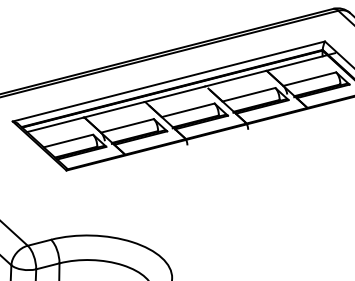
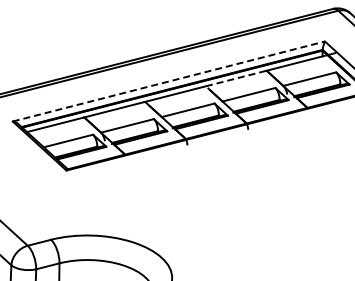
line at (235, 78): solid -> dashed
line at (169, 81): solid -> dashed
